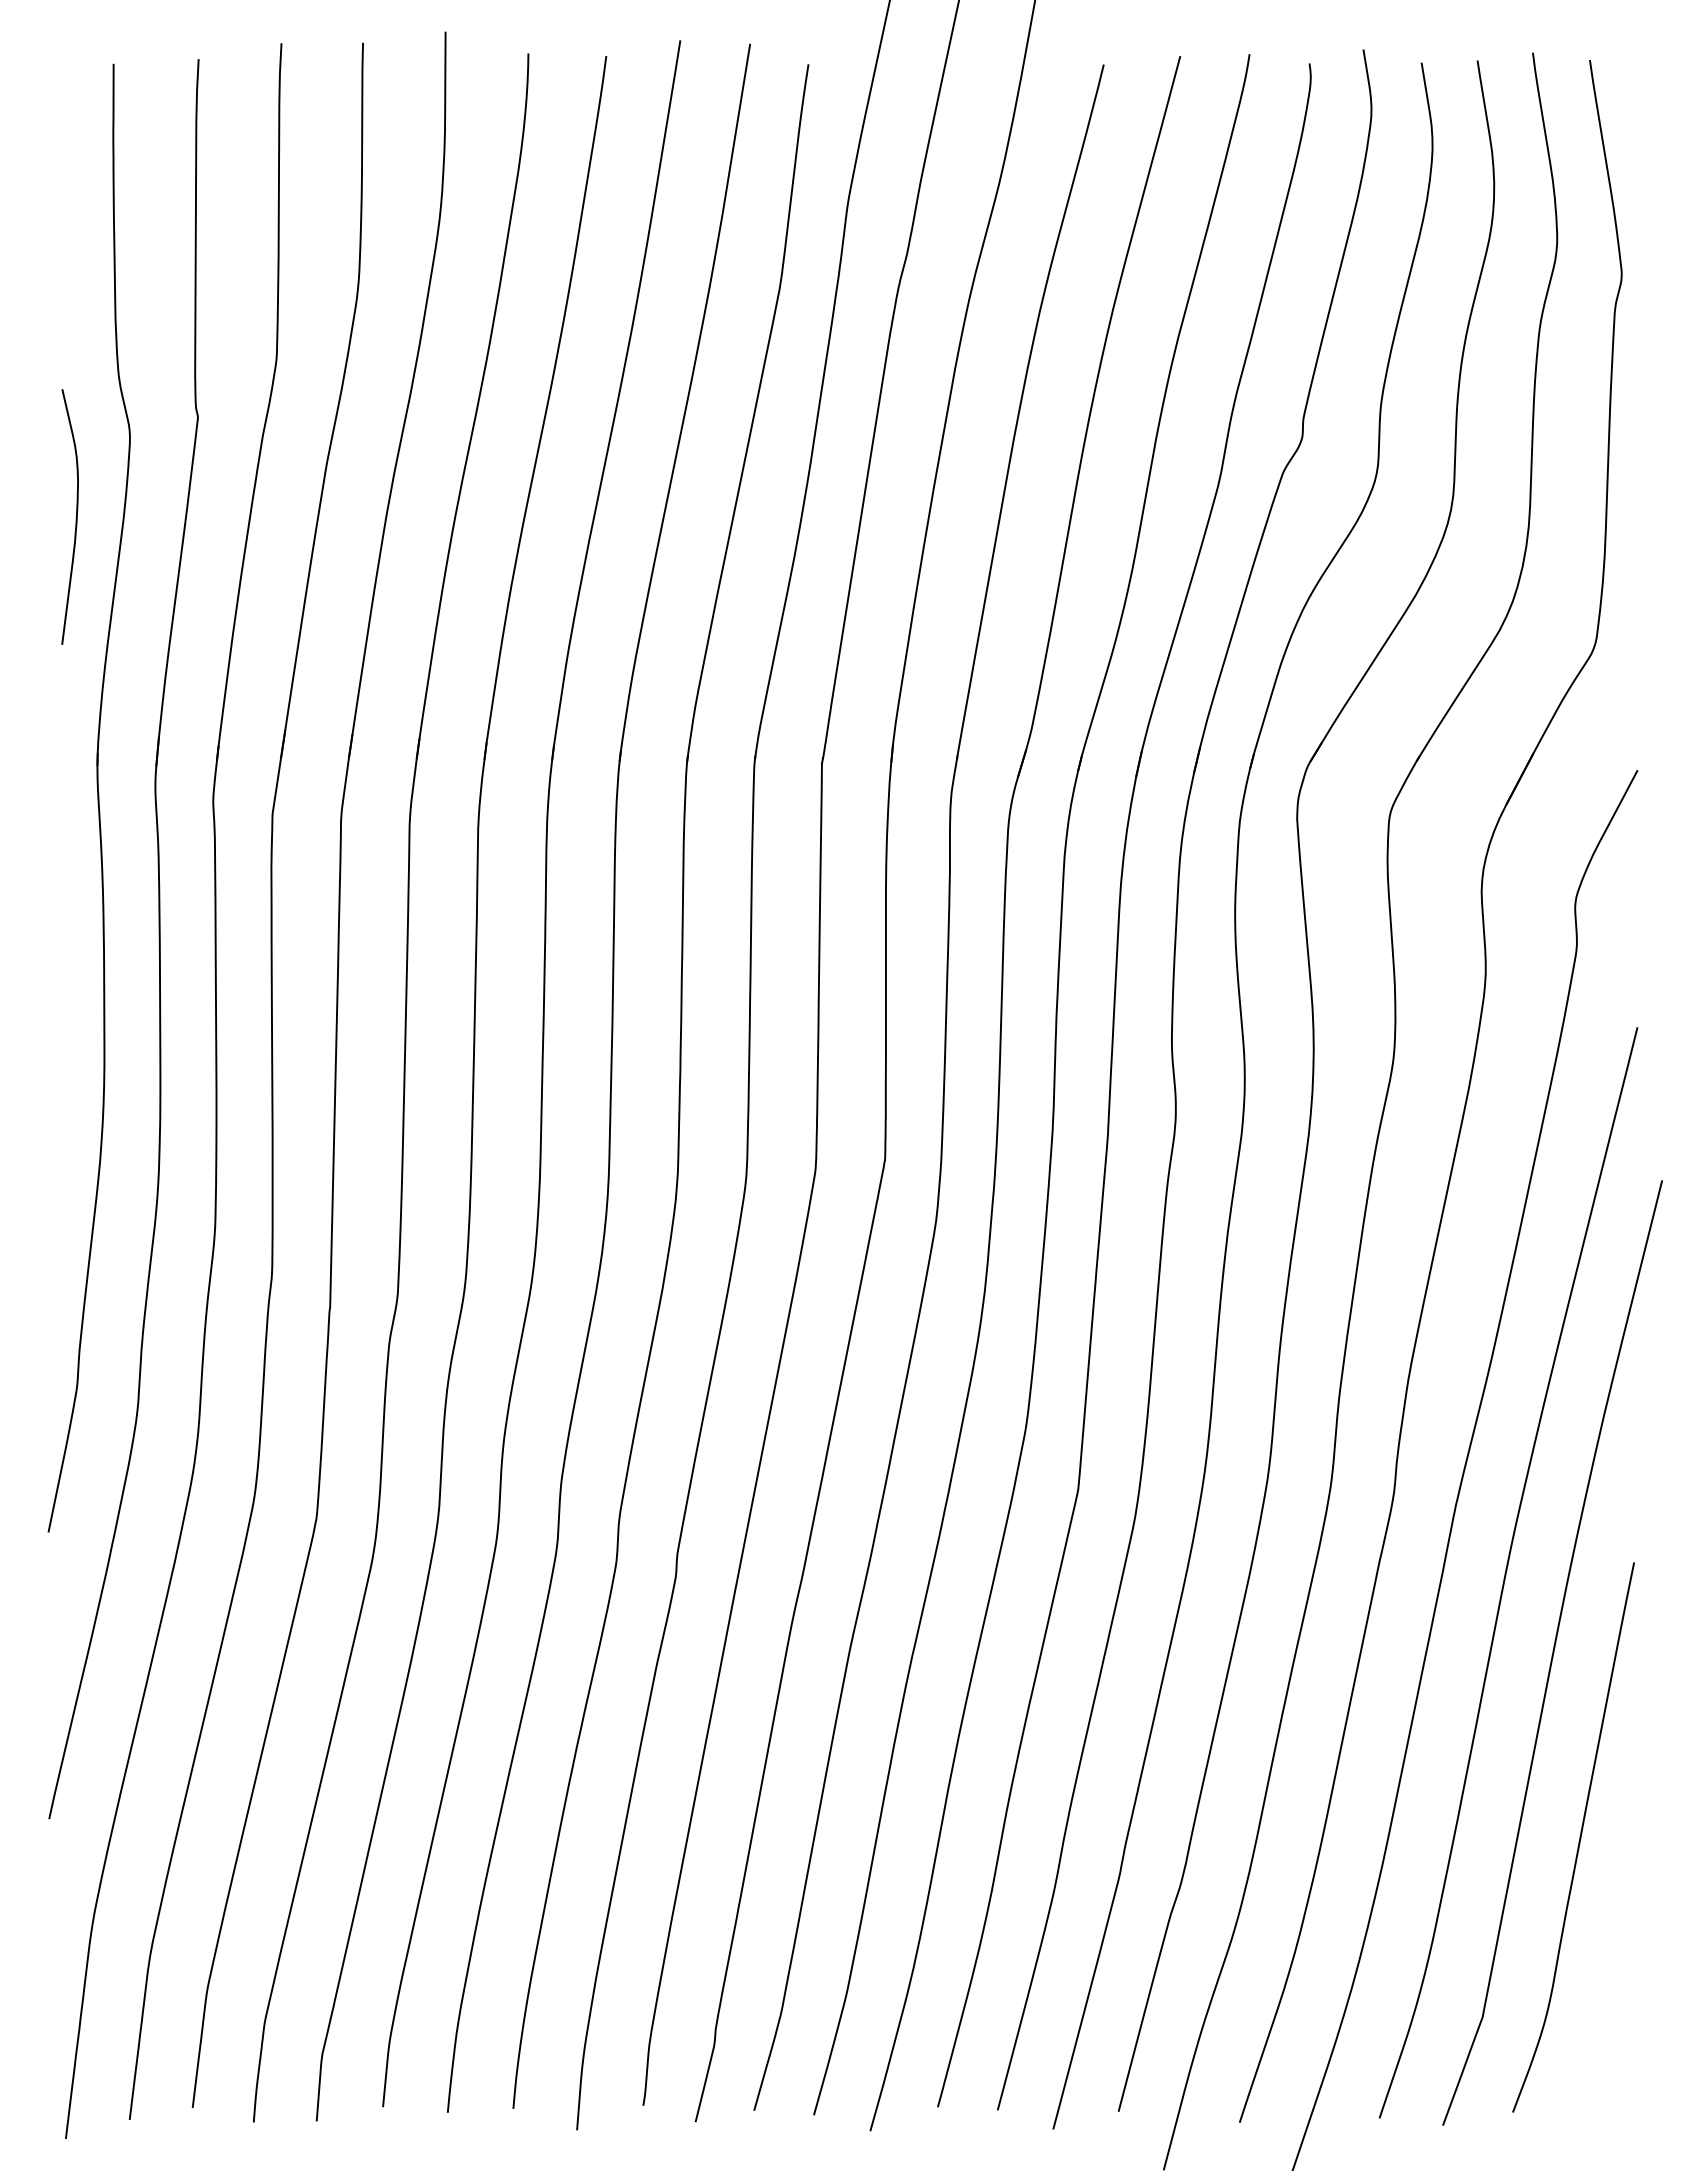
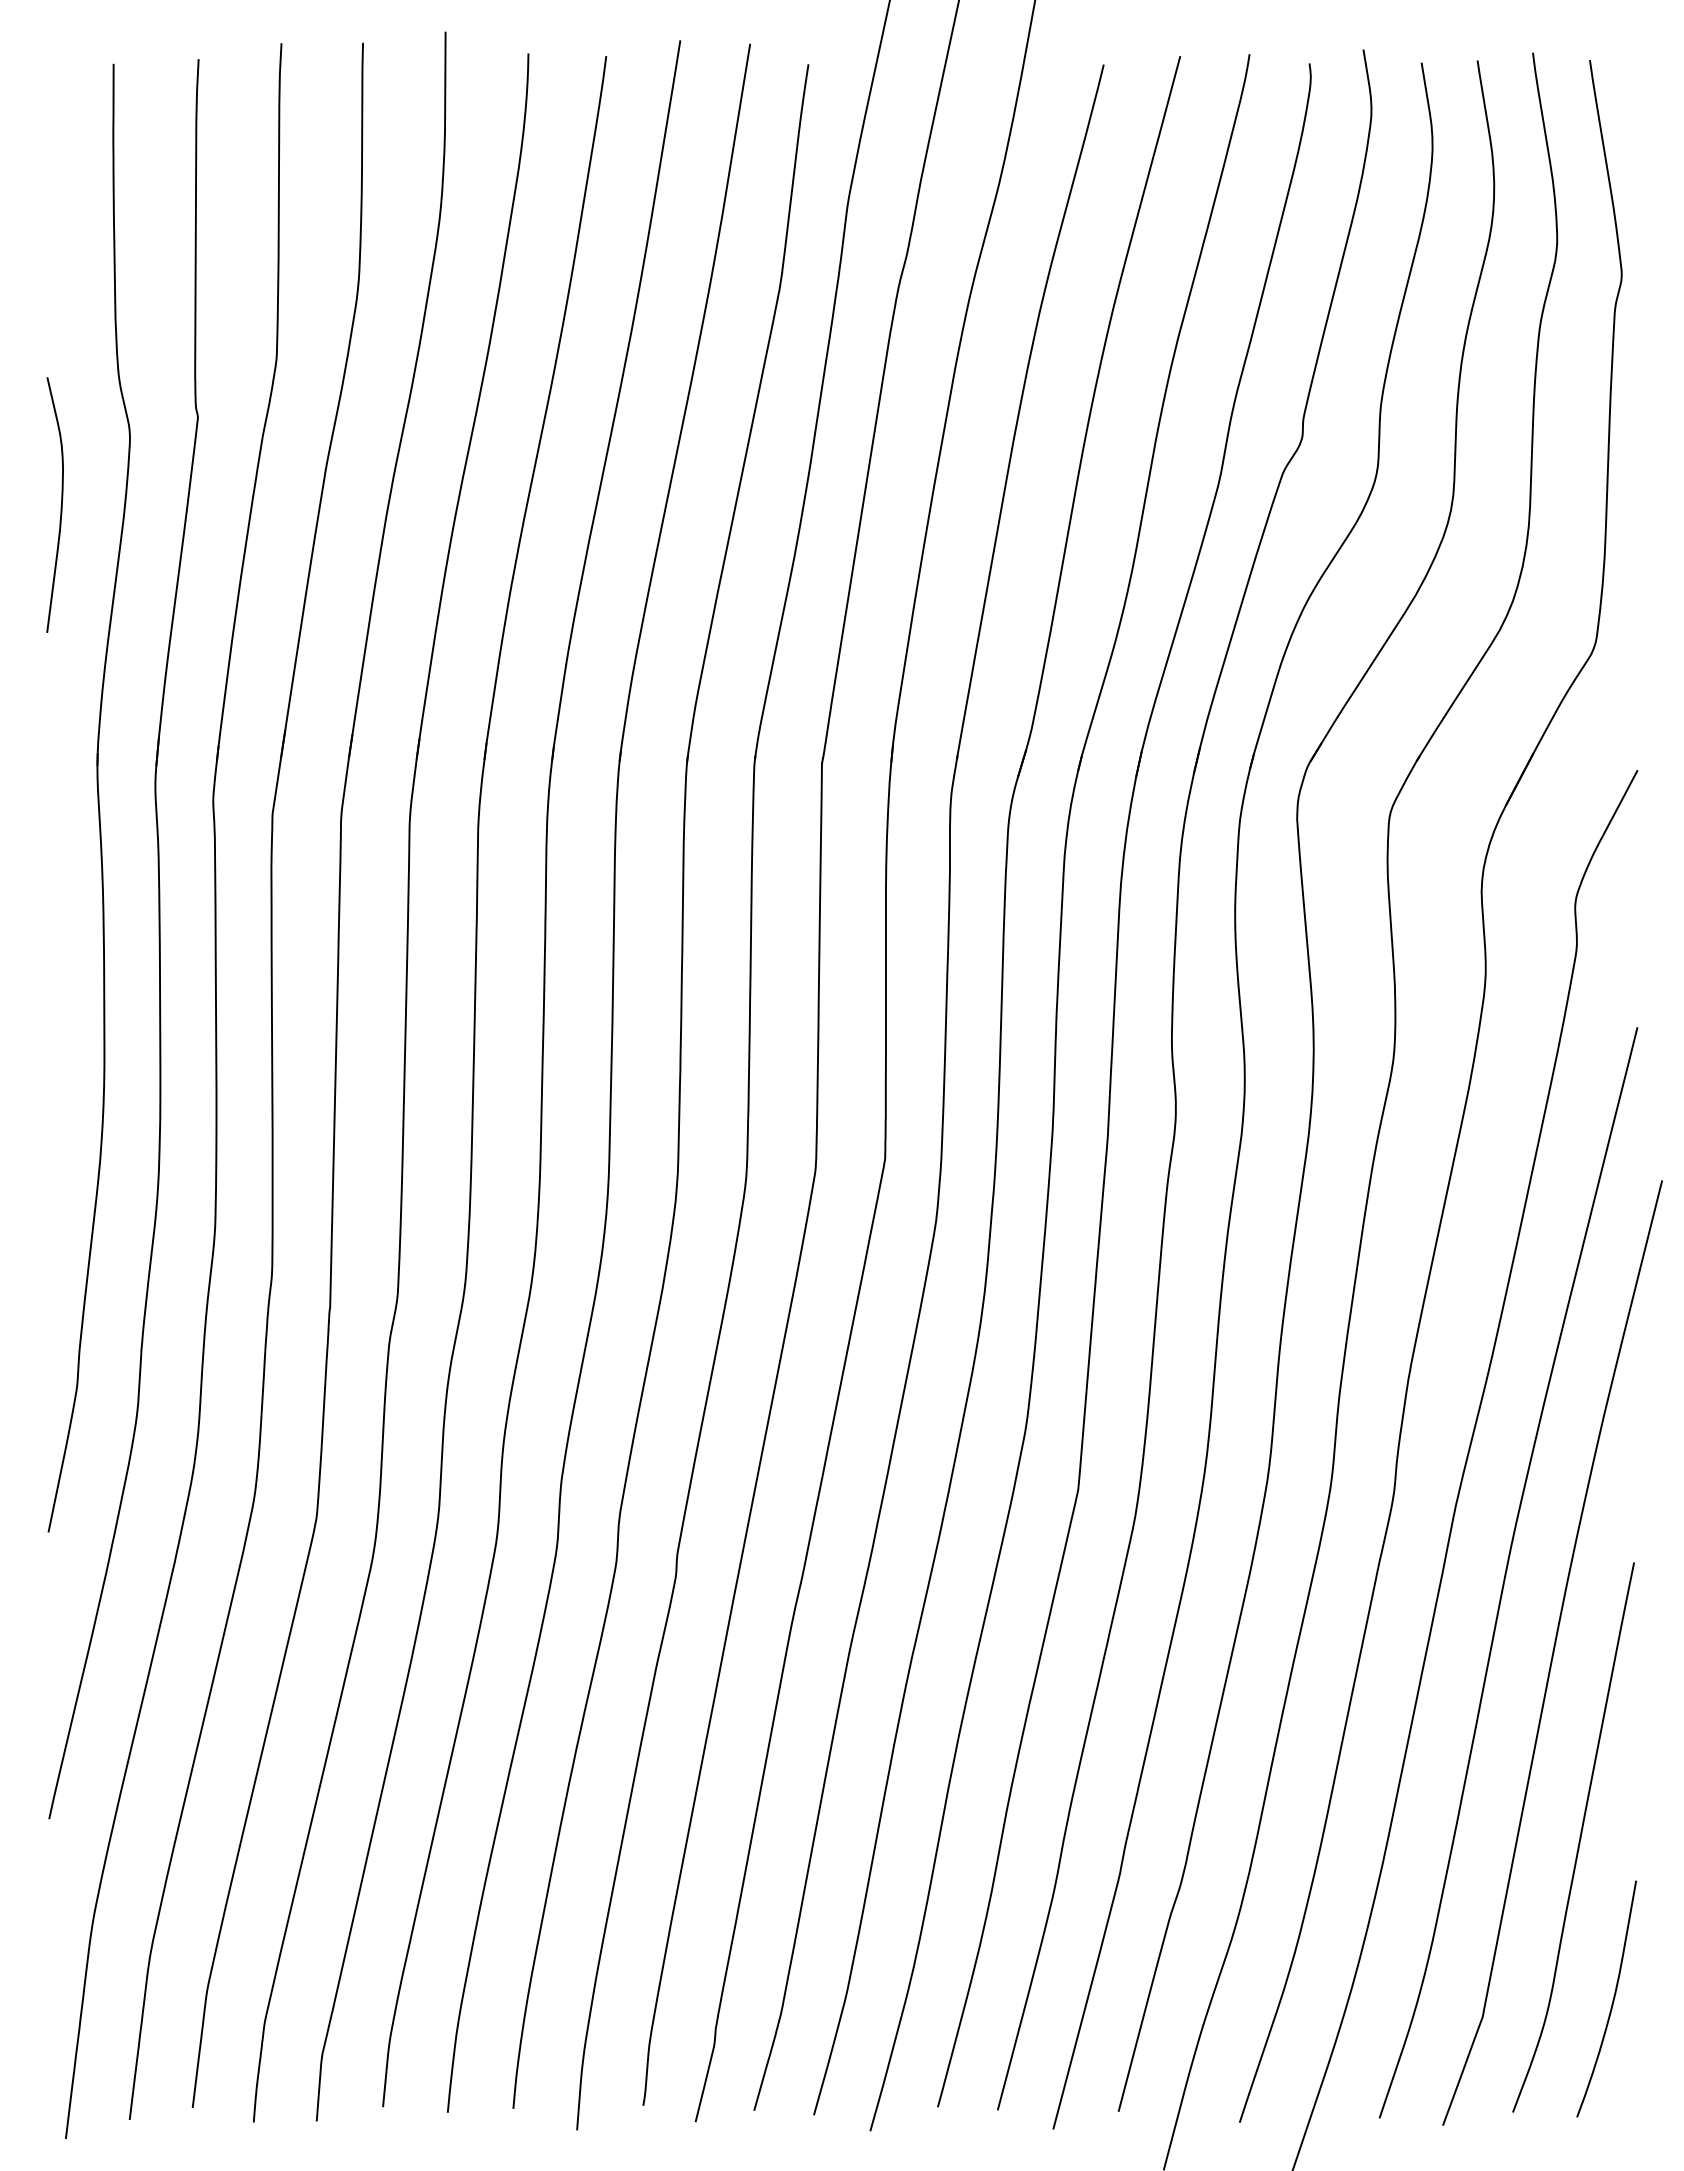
curve at (75, 517) position: (75, 517) -> (60, 505)
curve at (1612, 1999): none -> present
